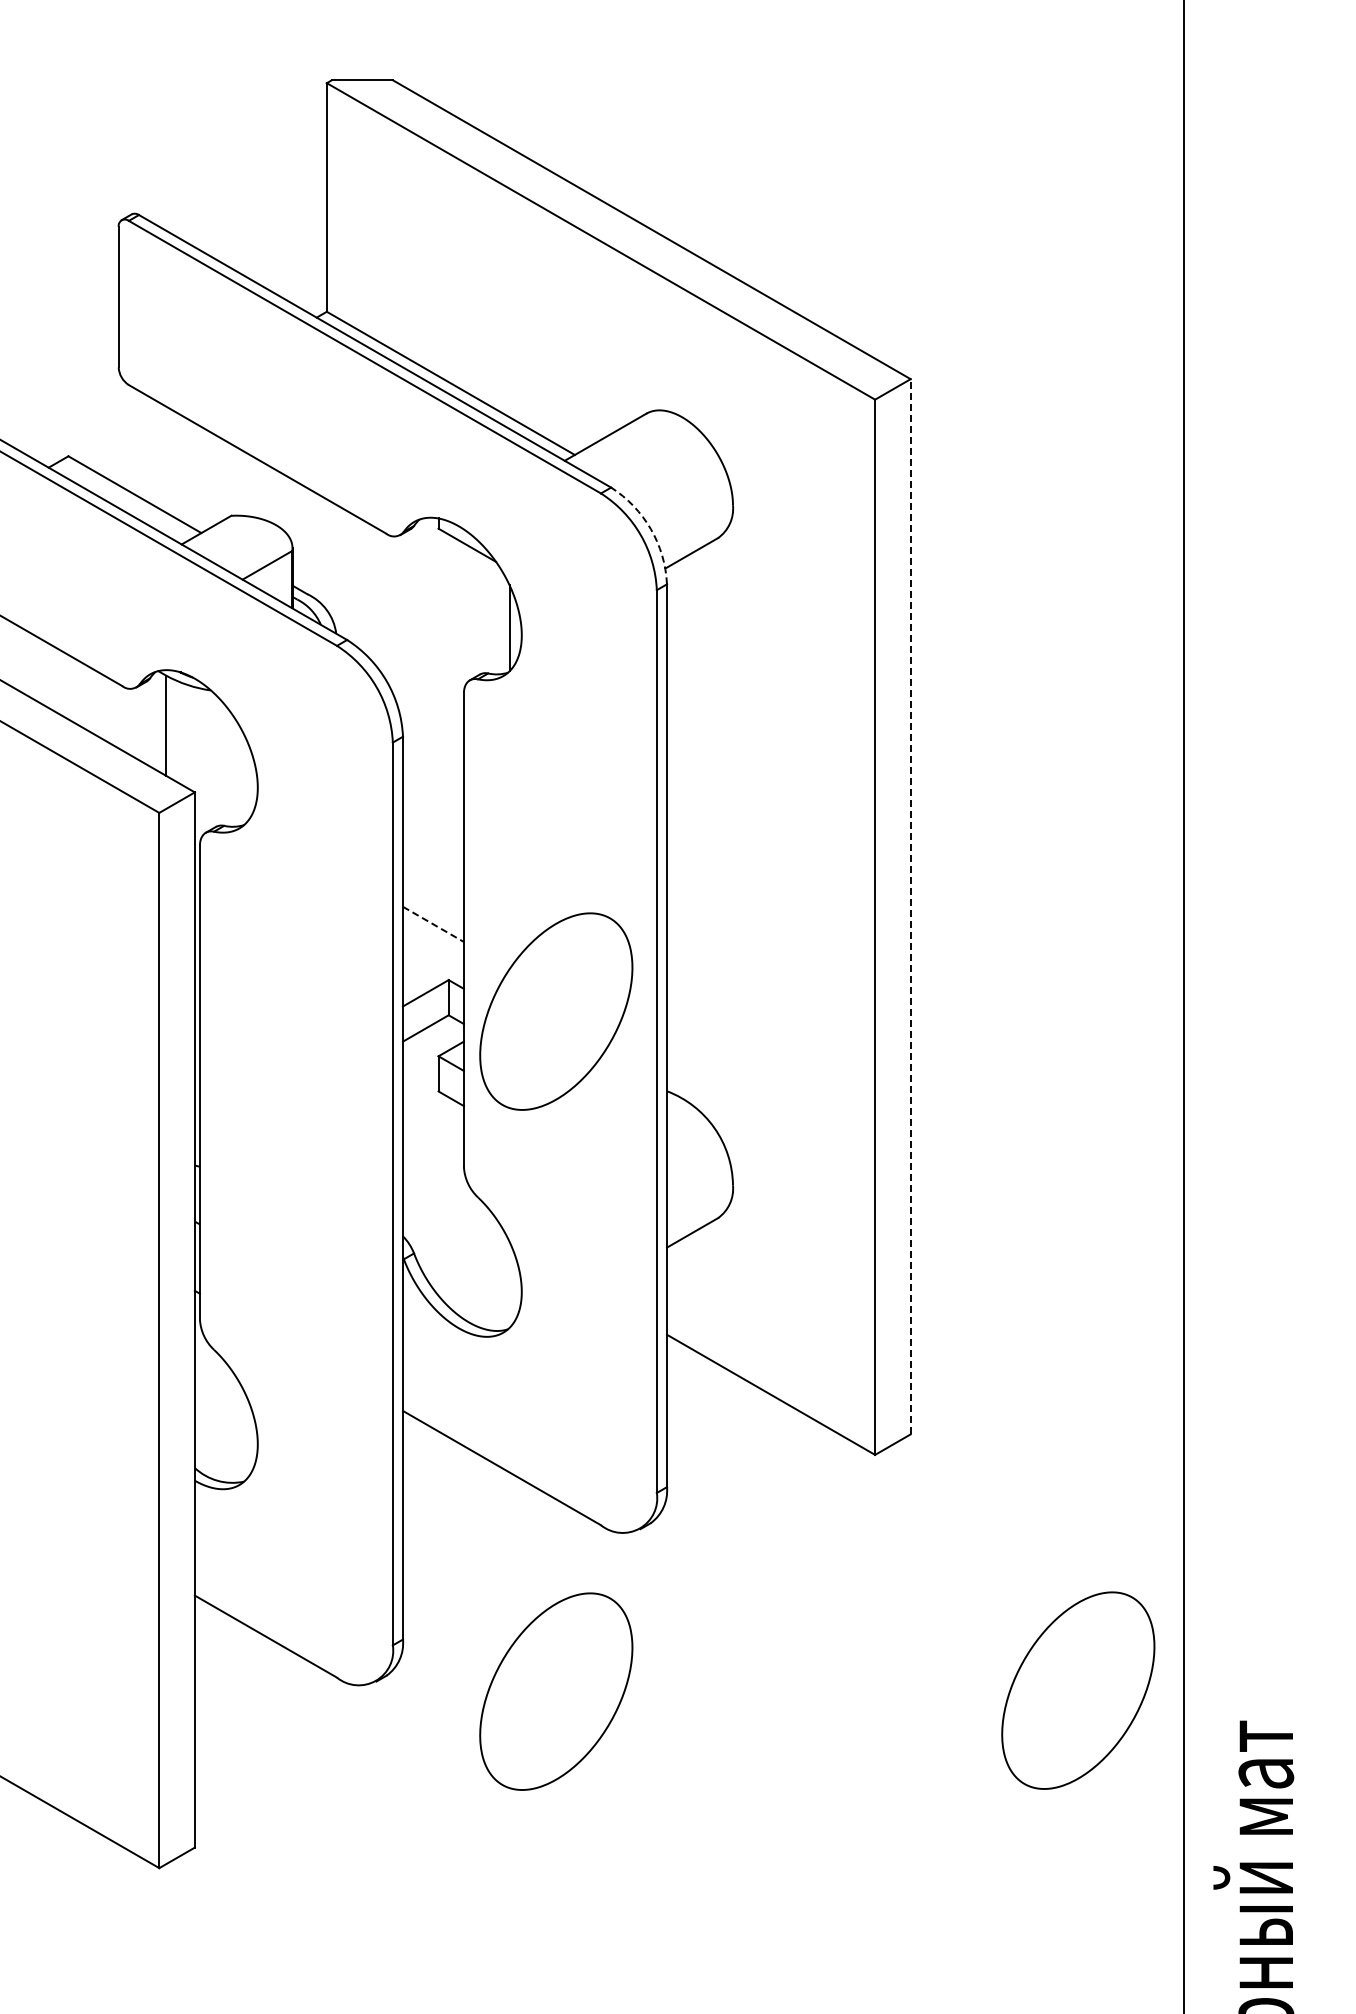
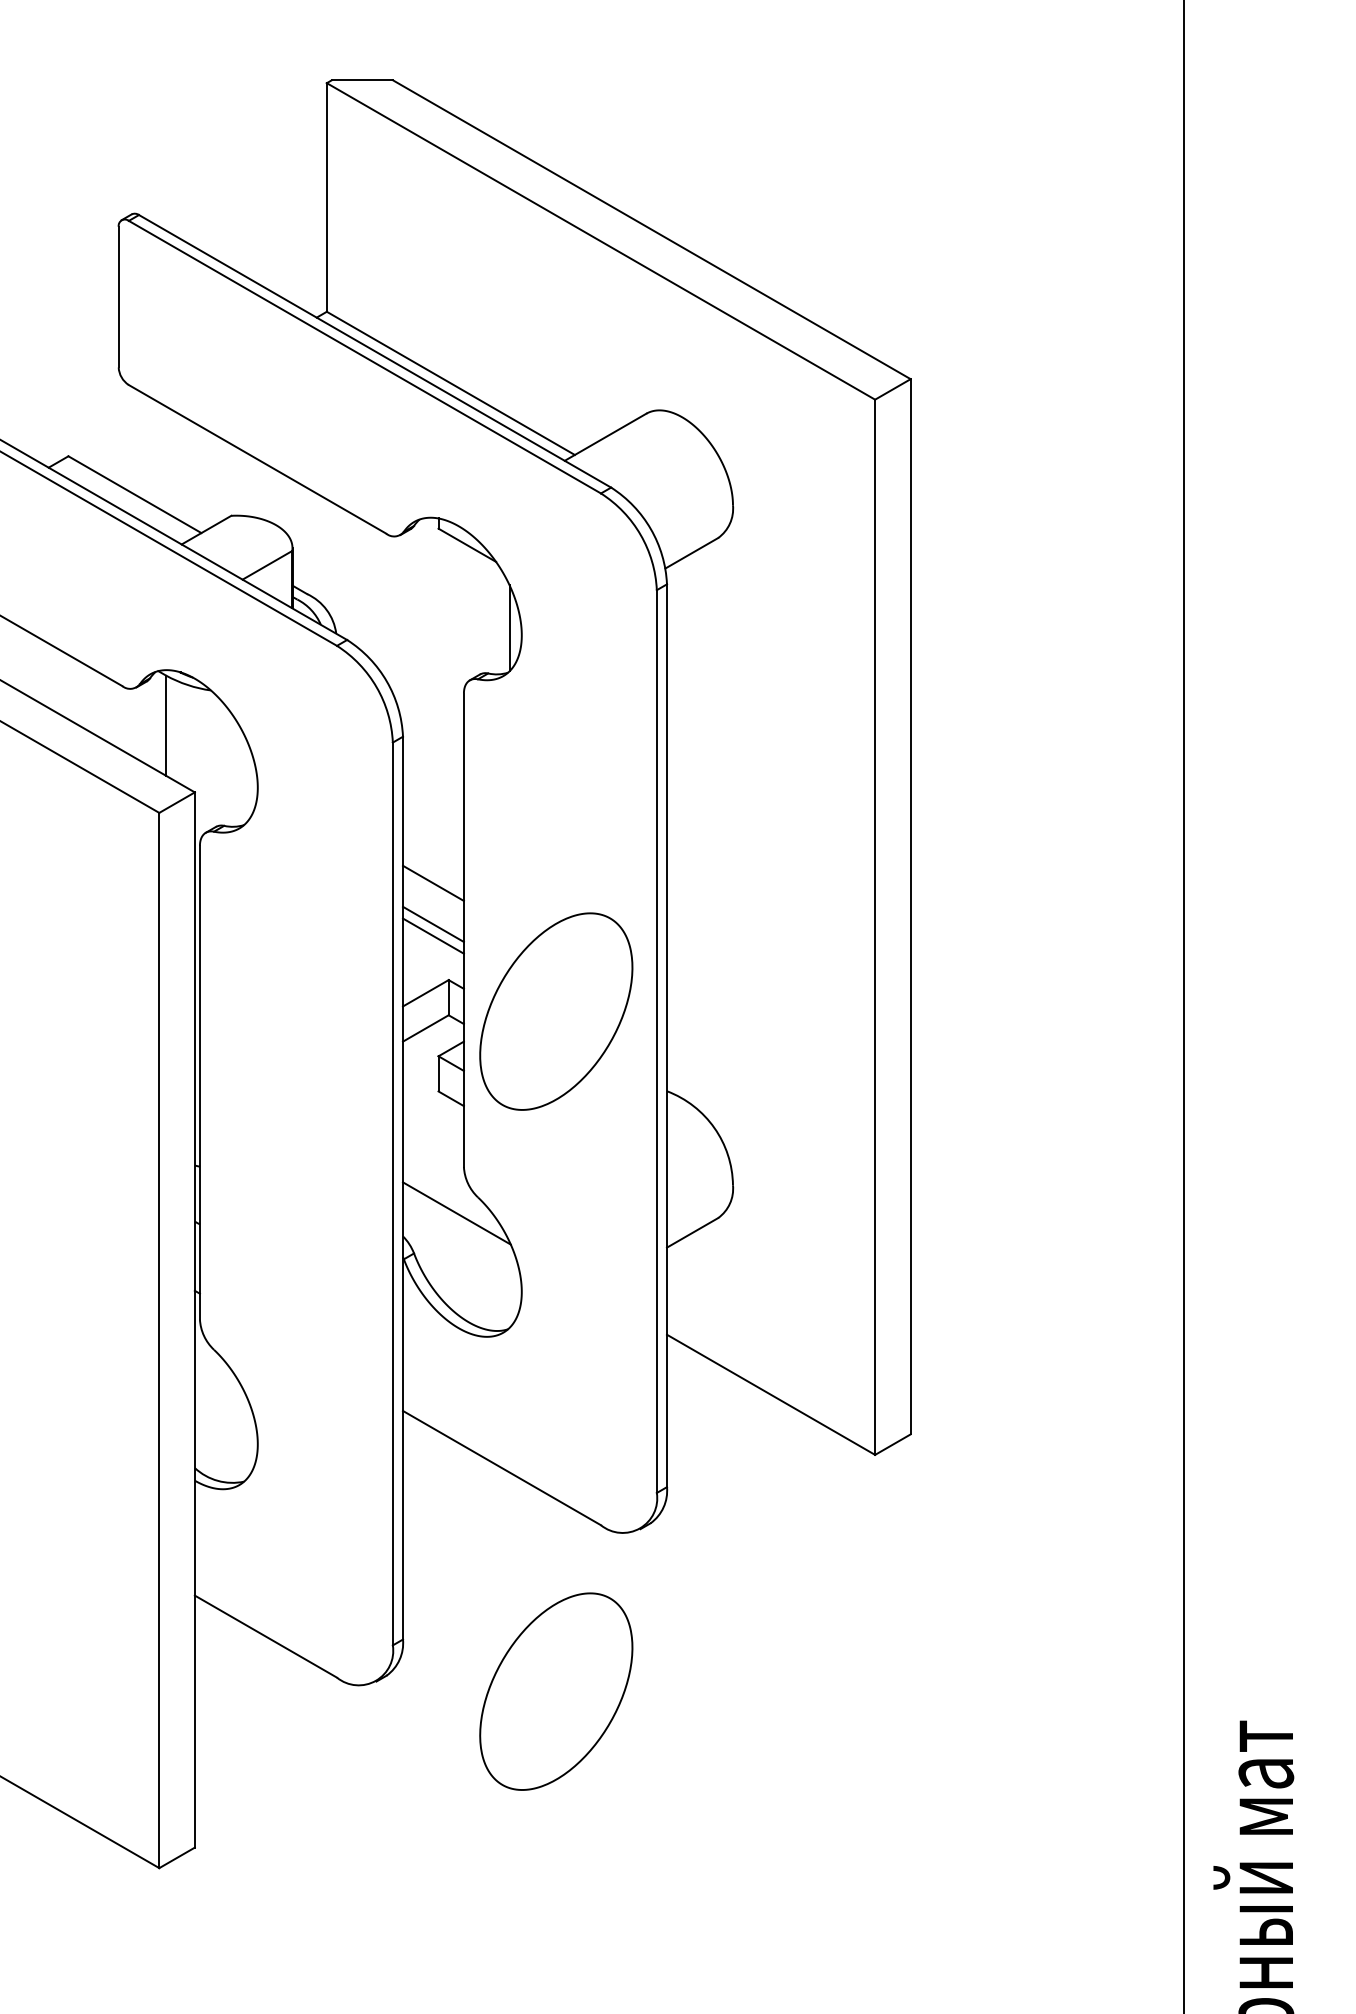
arc at (650, 529): dashed -> solid
line at (433, 882): none -> present
line at (910, 906): dashed -> solid
line at (433, 924): dashed -> solid
line at (433, 935): none -> present
line at (456, 1213): none -> present
part at (1078, 1690): present -> none
